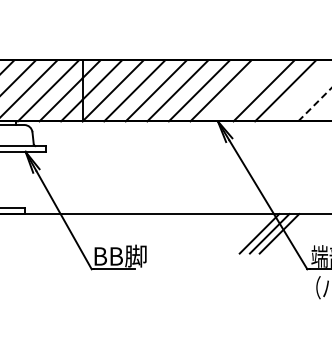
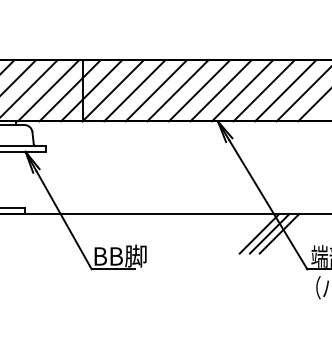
line at (241, 90): none -> present
line at (302, 95): none -> present
line at (315, 104): dashed -> solid
